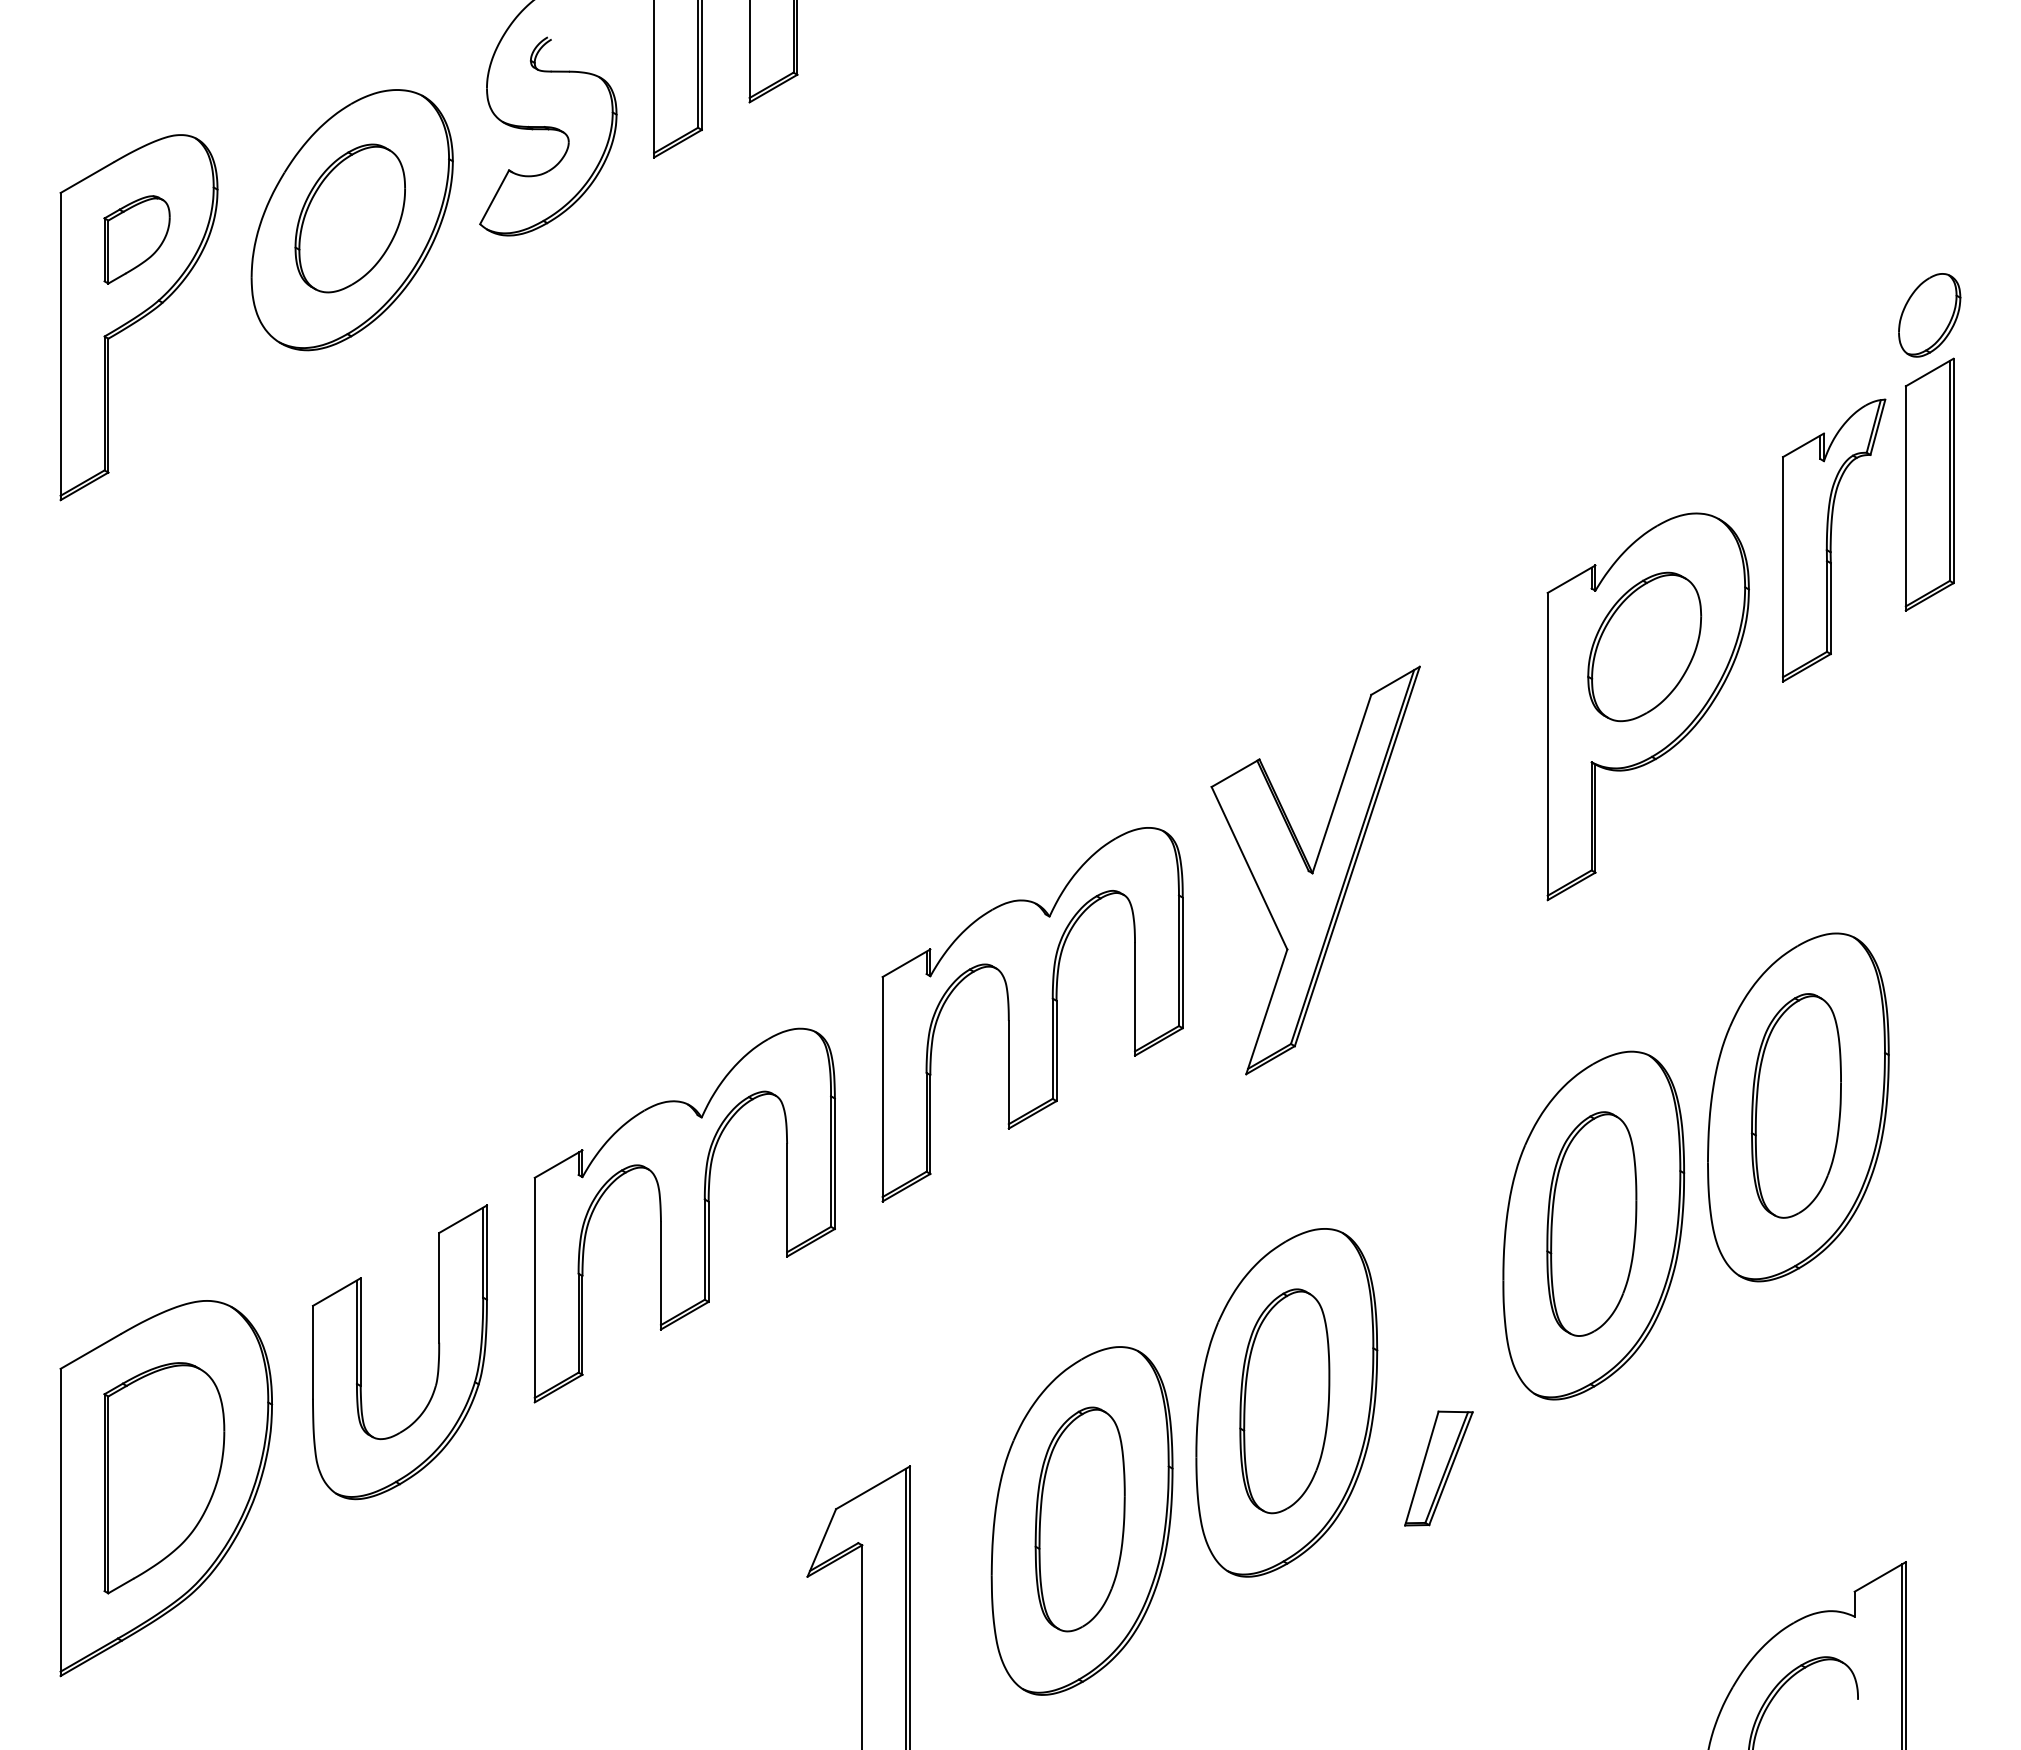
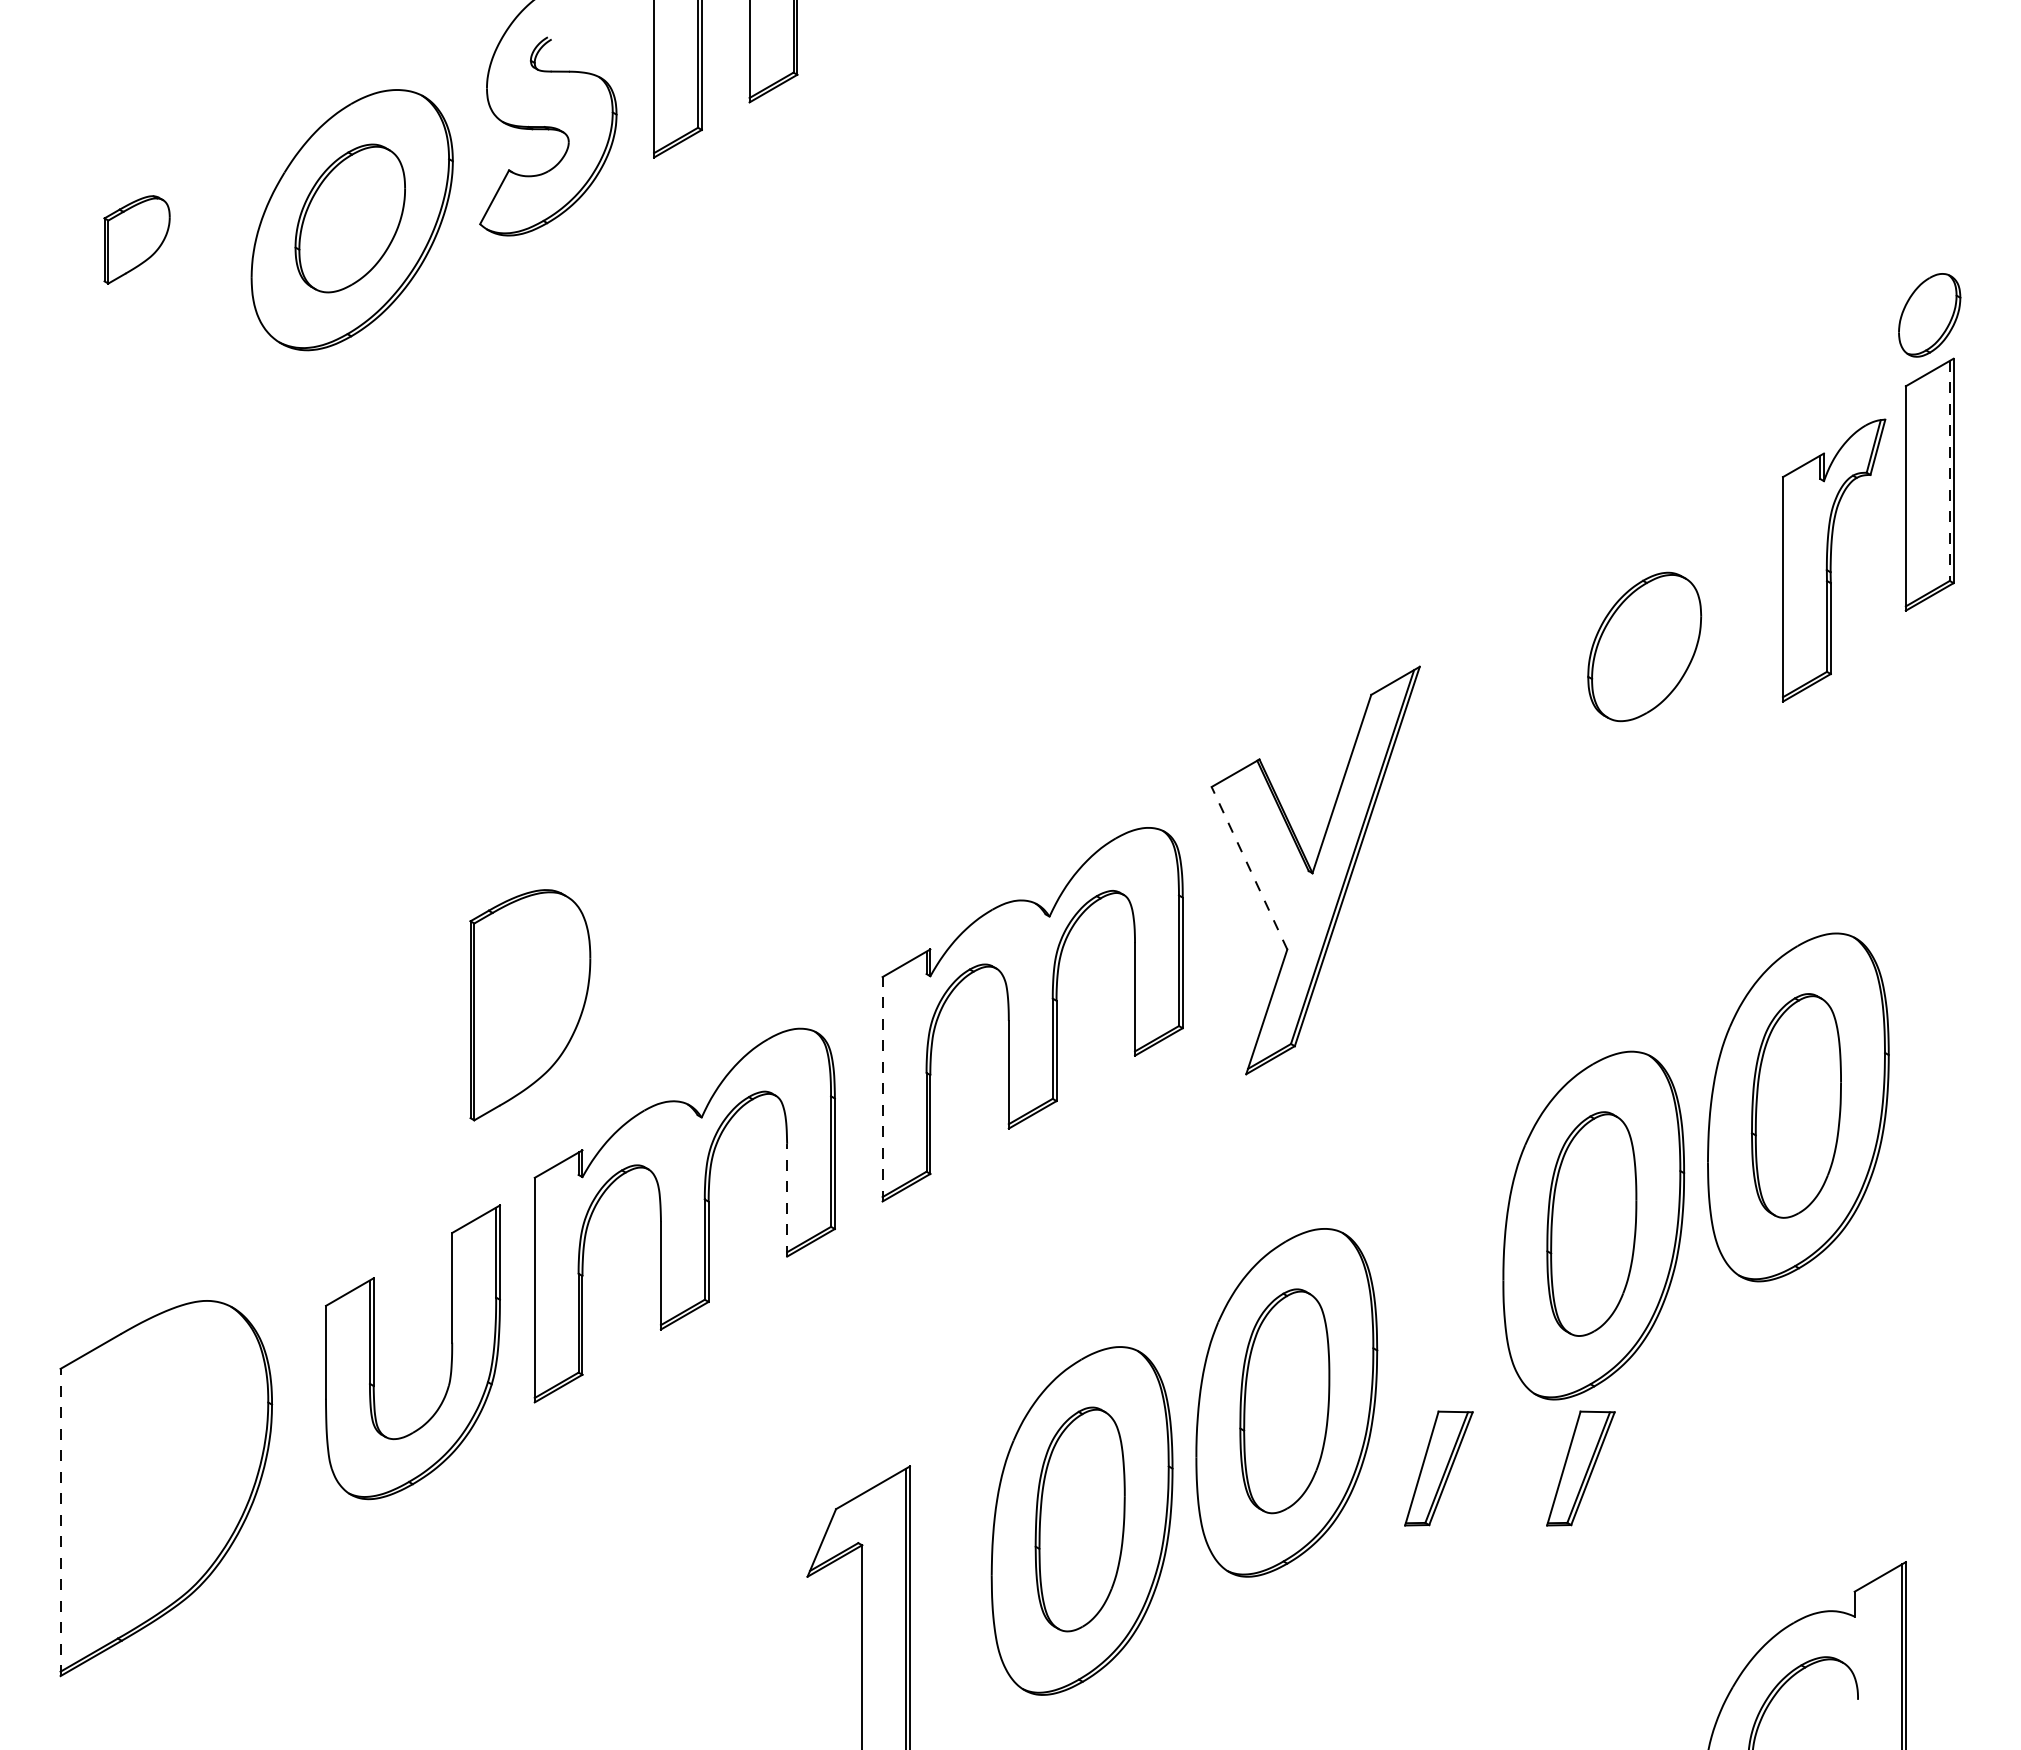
part at (138, 317): present -> none
line at (1949, 471): solid -> dashed
part at (1834, 540) position: (1834, 540) -> (1834, 560)
part at (1647, 706): present -> none
line at (1249, 868): solid -> dashed
line at (882, 1088): solid -> dashed
line at (787, 1199): solid -> dashed
part at (361, 1352) position: (361, 1352) -> (374, 1352)
part at (1580, 1468): none -> present
part at (164, 1478) position: (164, 1478) -> (530, 1005)
line at (60, 1522): solid -> dashed
